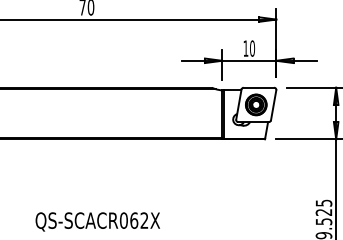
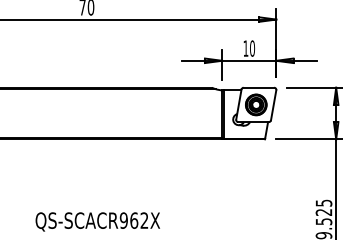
text at (123, 220): QS-SCACR062X -> QS-SCACR962X
